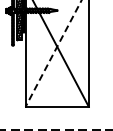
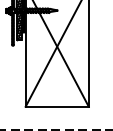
line at (53, 53): dashed -> solid
